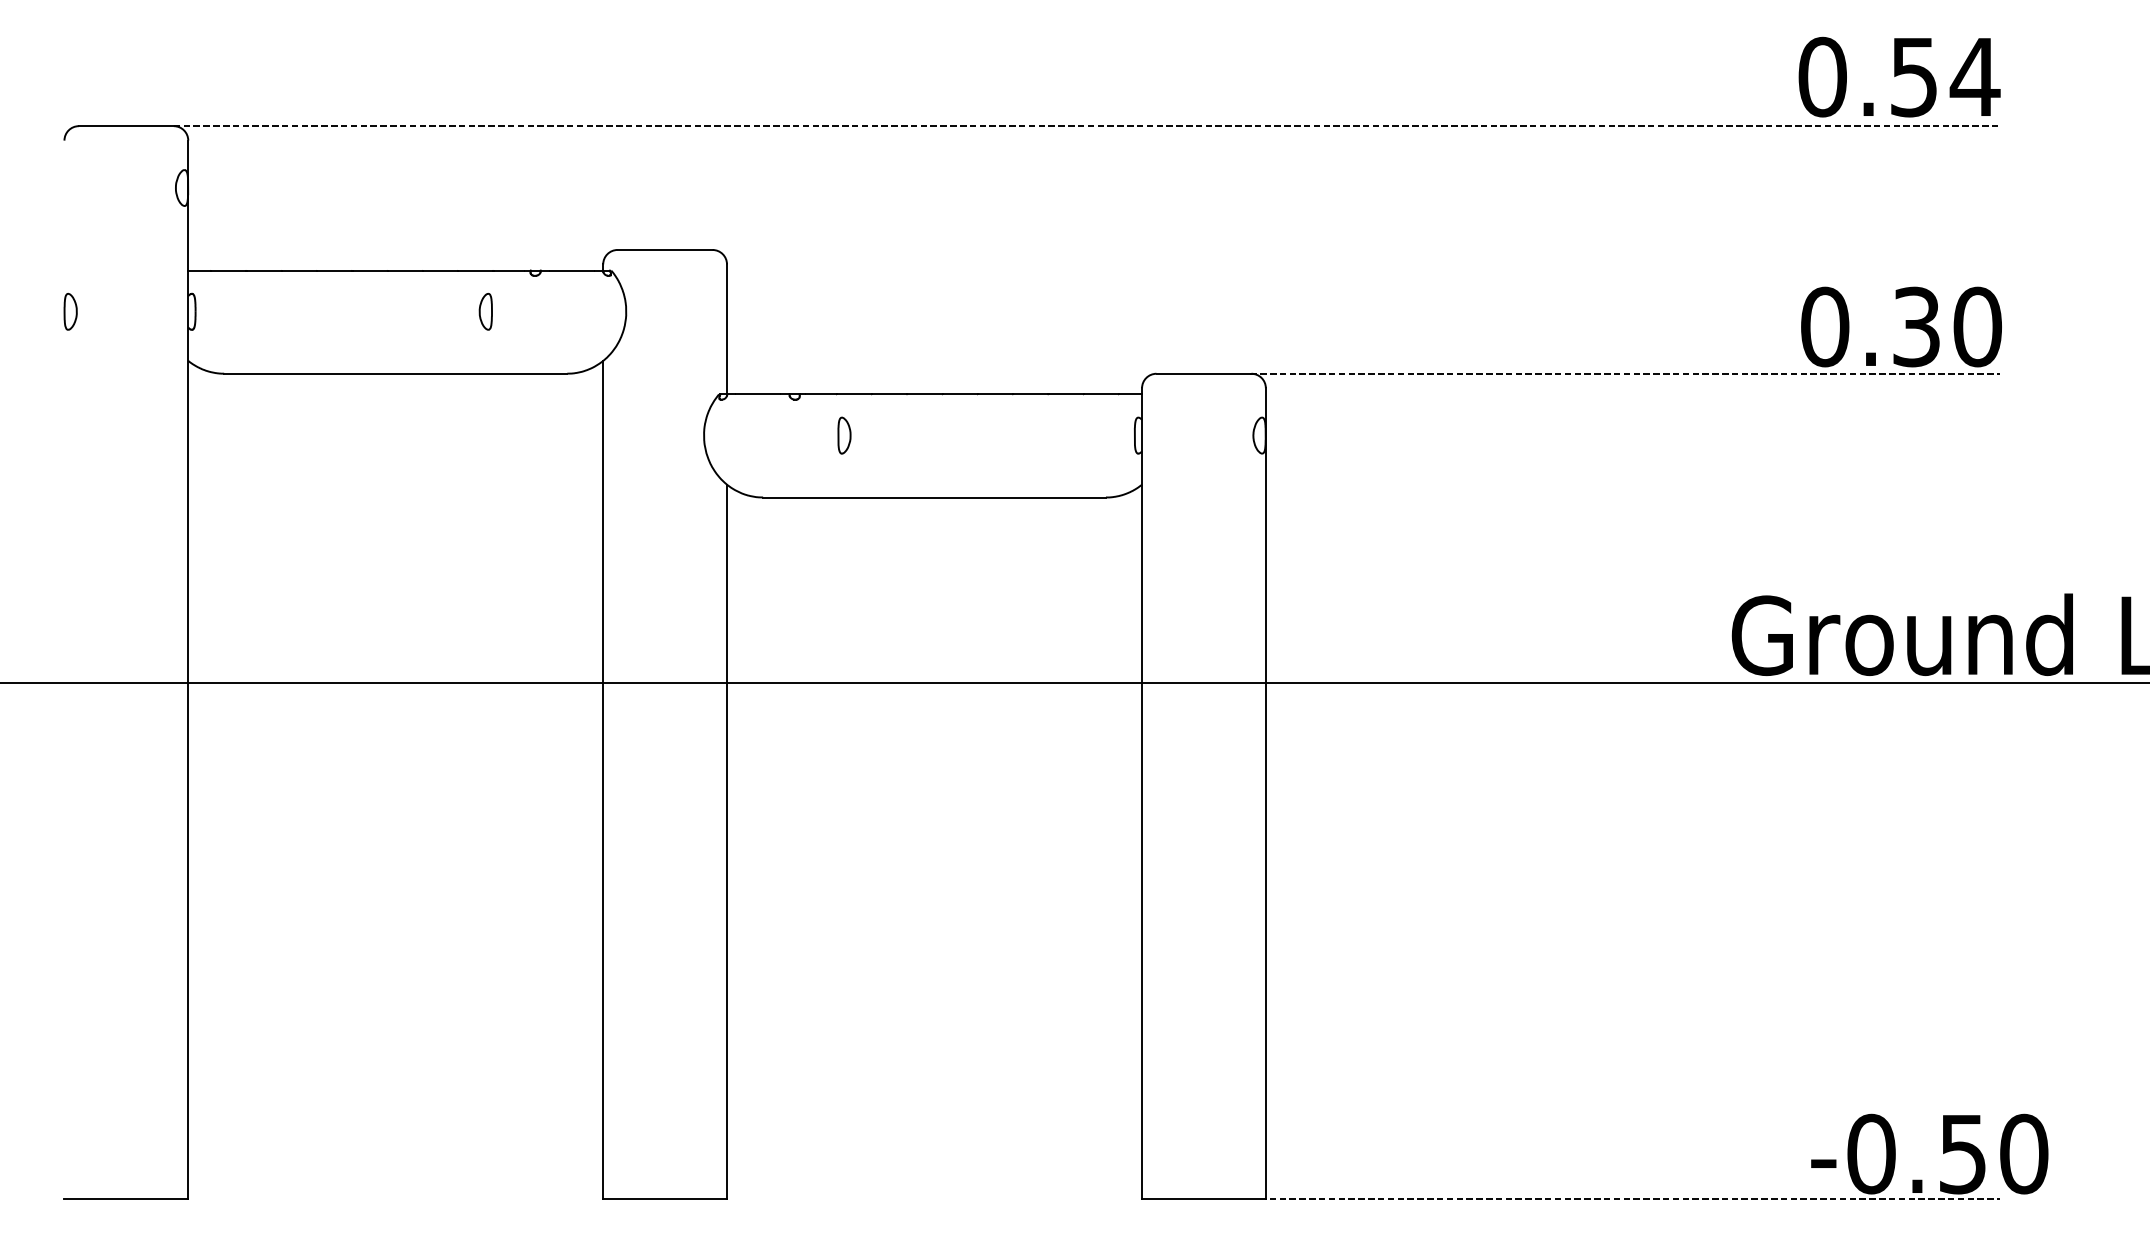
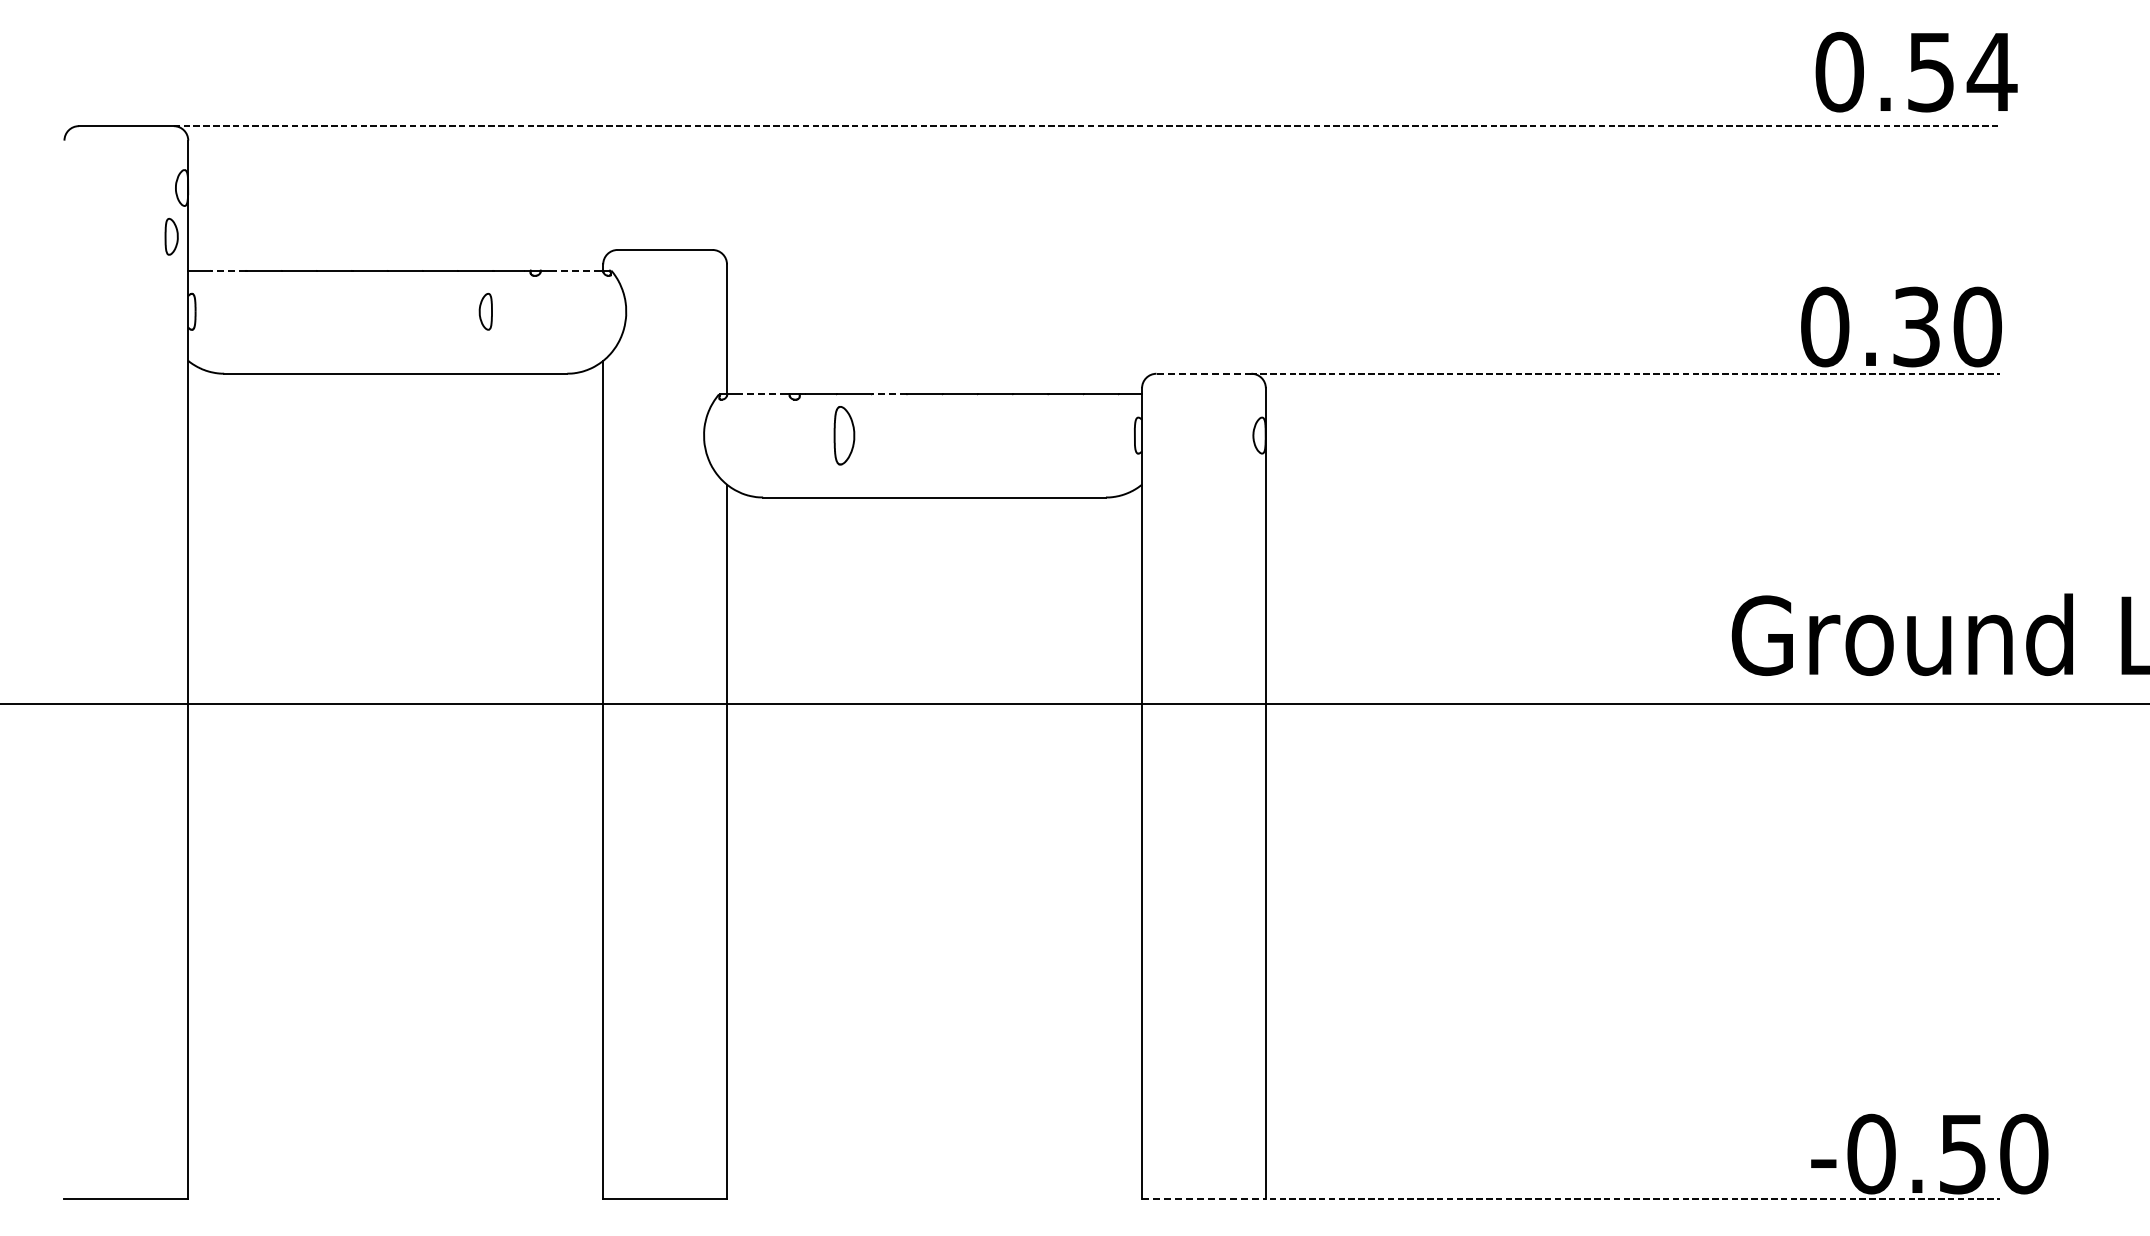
text at (1899, 76) position: (1899, 76) -> (1916, 71)
line at (228, 270): solid -> dashed
line at (572, 270): solid -> dashed
part at (70, 311) position: (70, 311) -> (171, 236)
line at (1204, 373): solid -> dashed
line at (758, 394): solid -> dashed
line at (889, 394): solid -> dashed
part at (844, 435) size: 15x39 px -> 23x60 px
line at (1074, 683) position: (1074, 683) -> (1074, 704)
line at (1203, 1199): solid -> dashed
